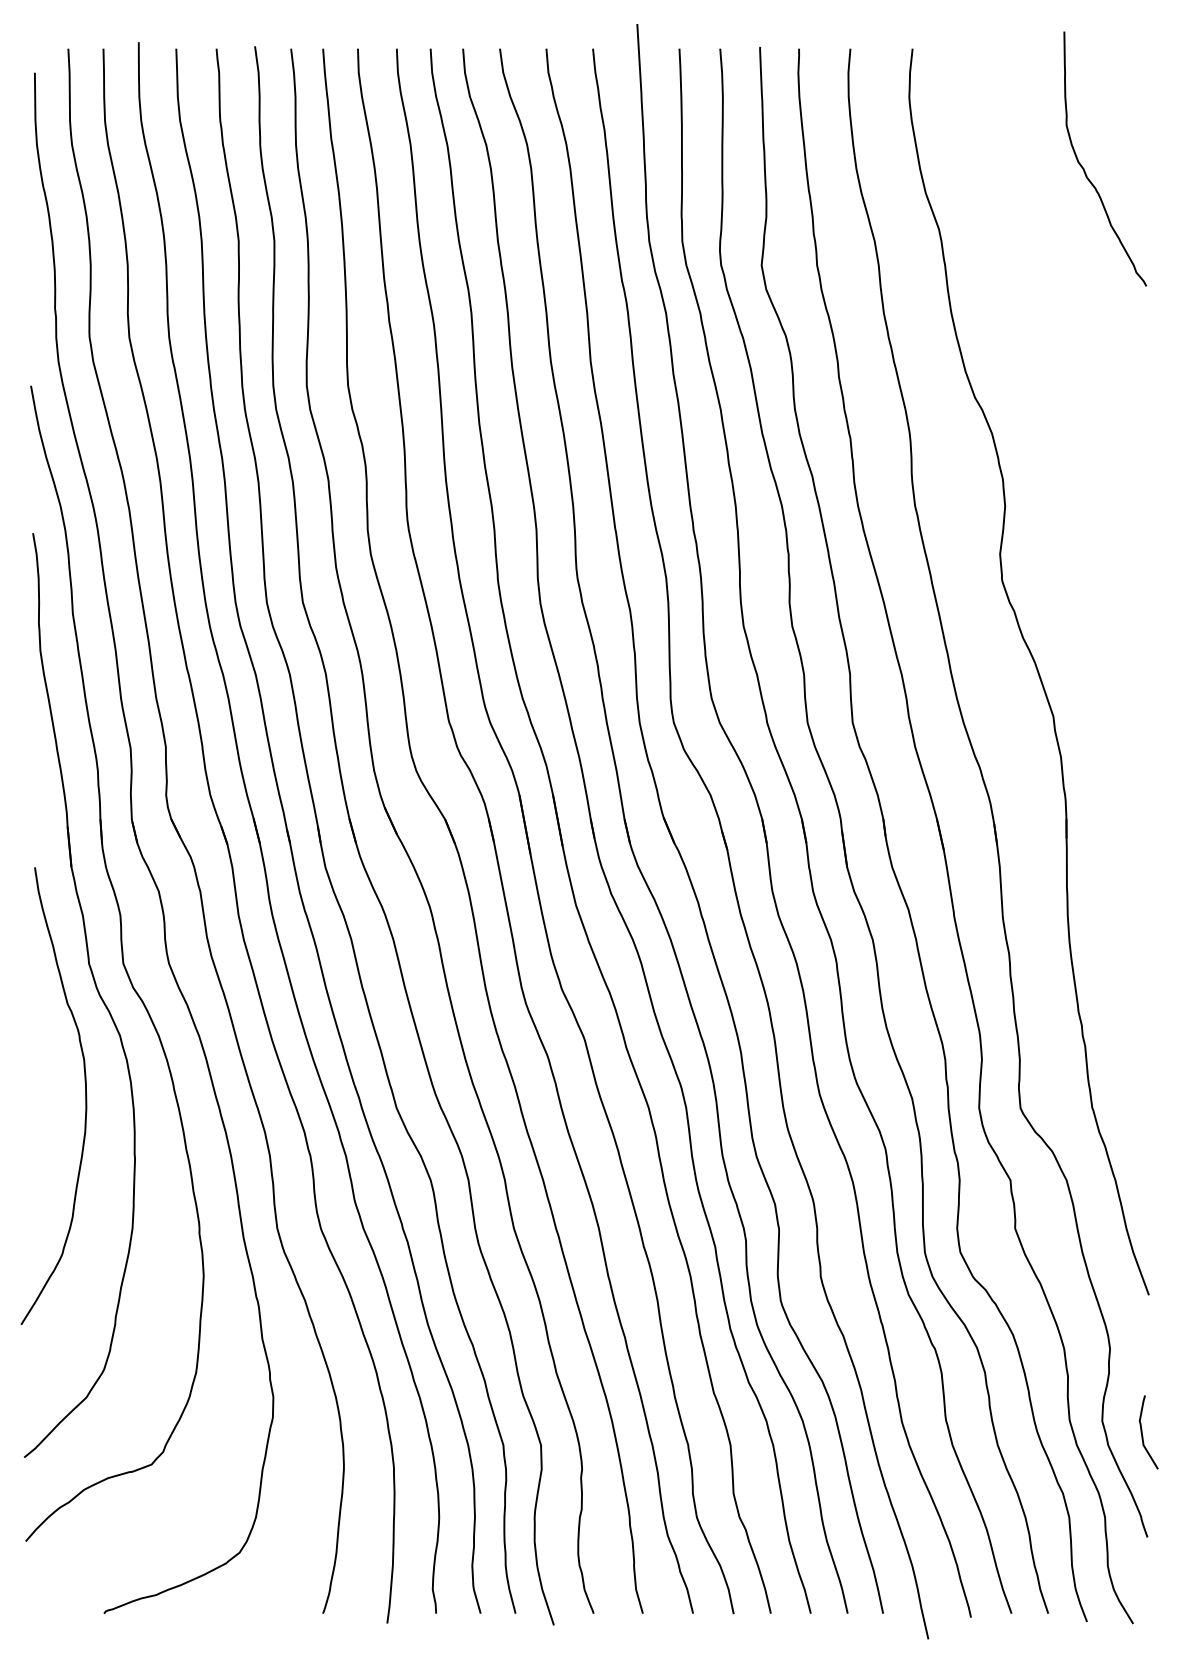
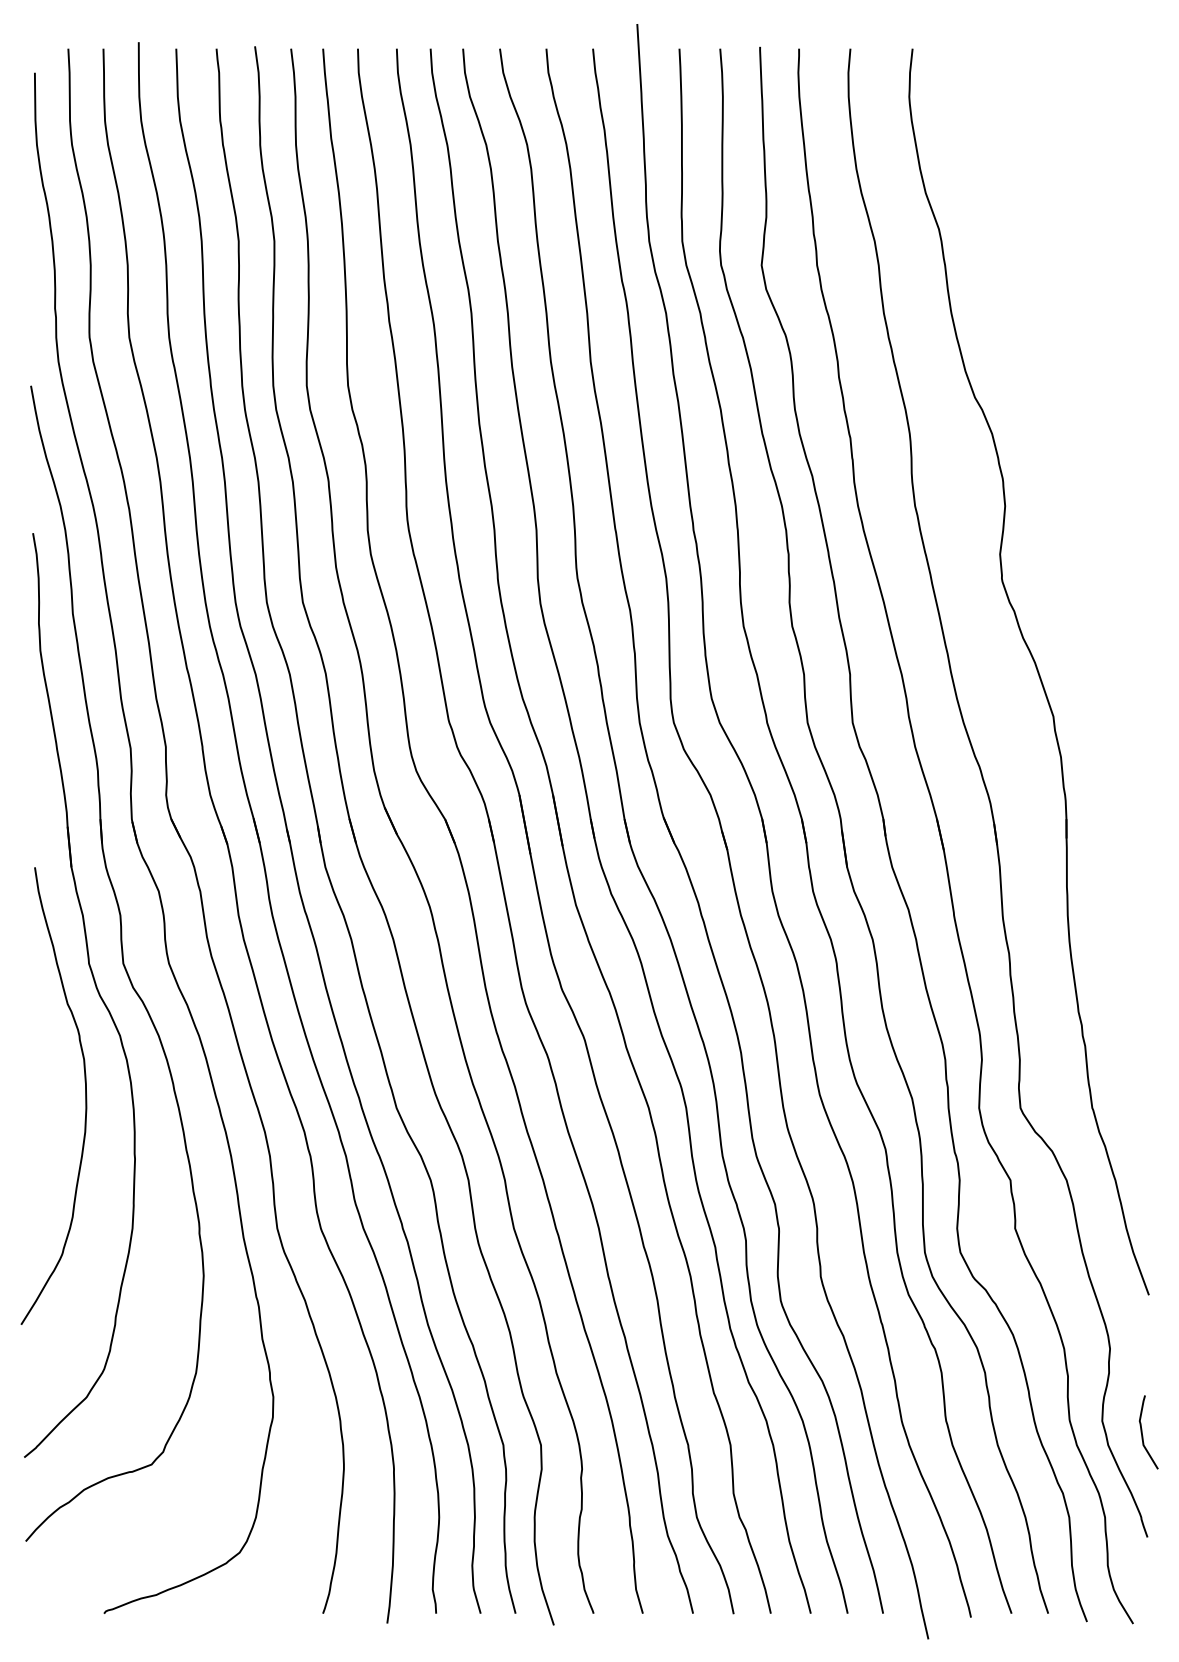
curve at (1084, 168): present -> none
